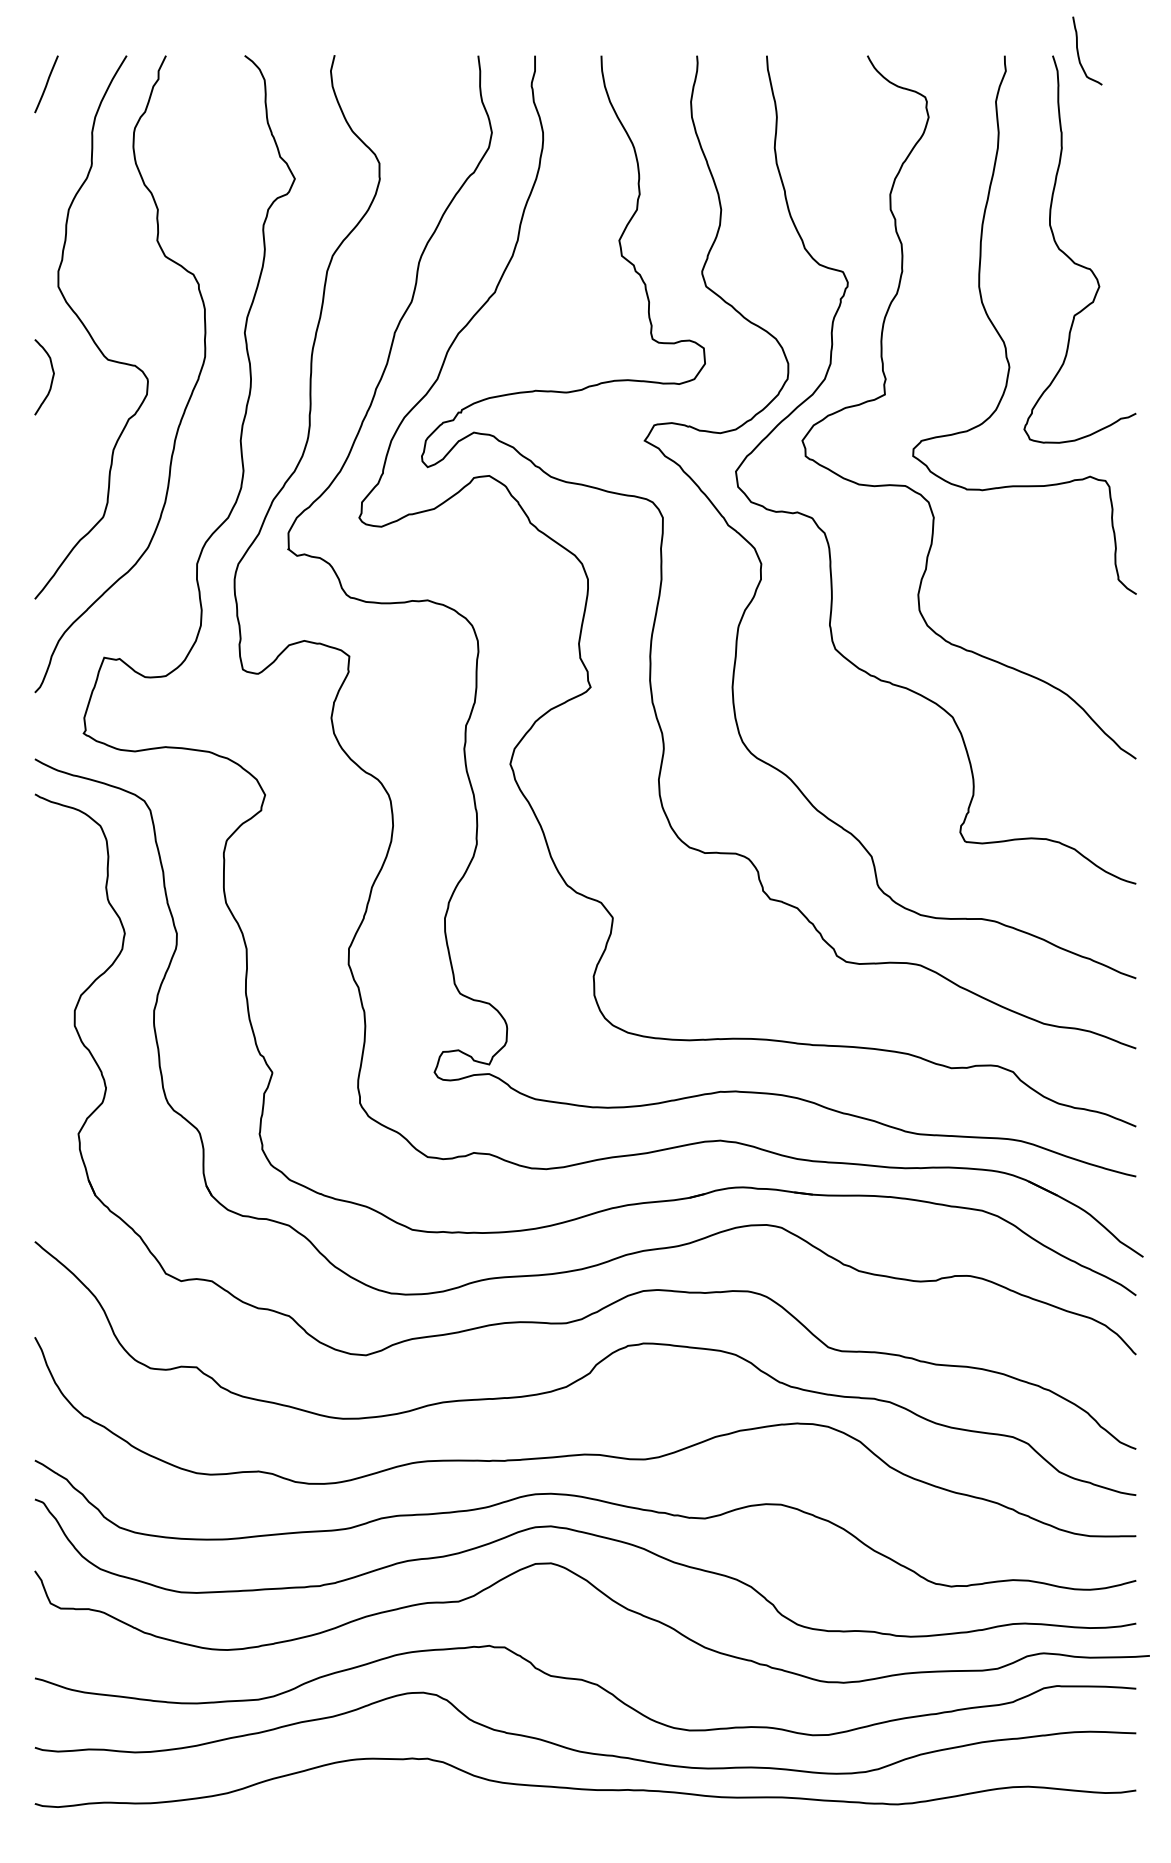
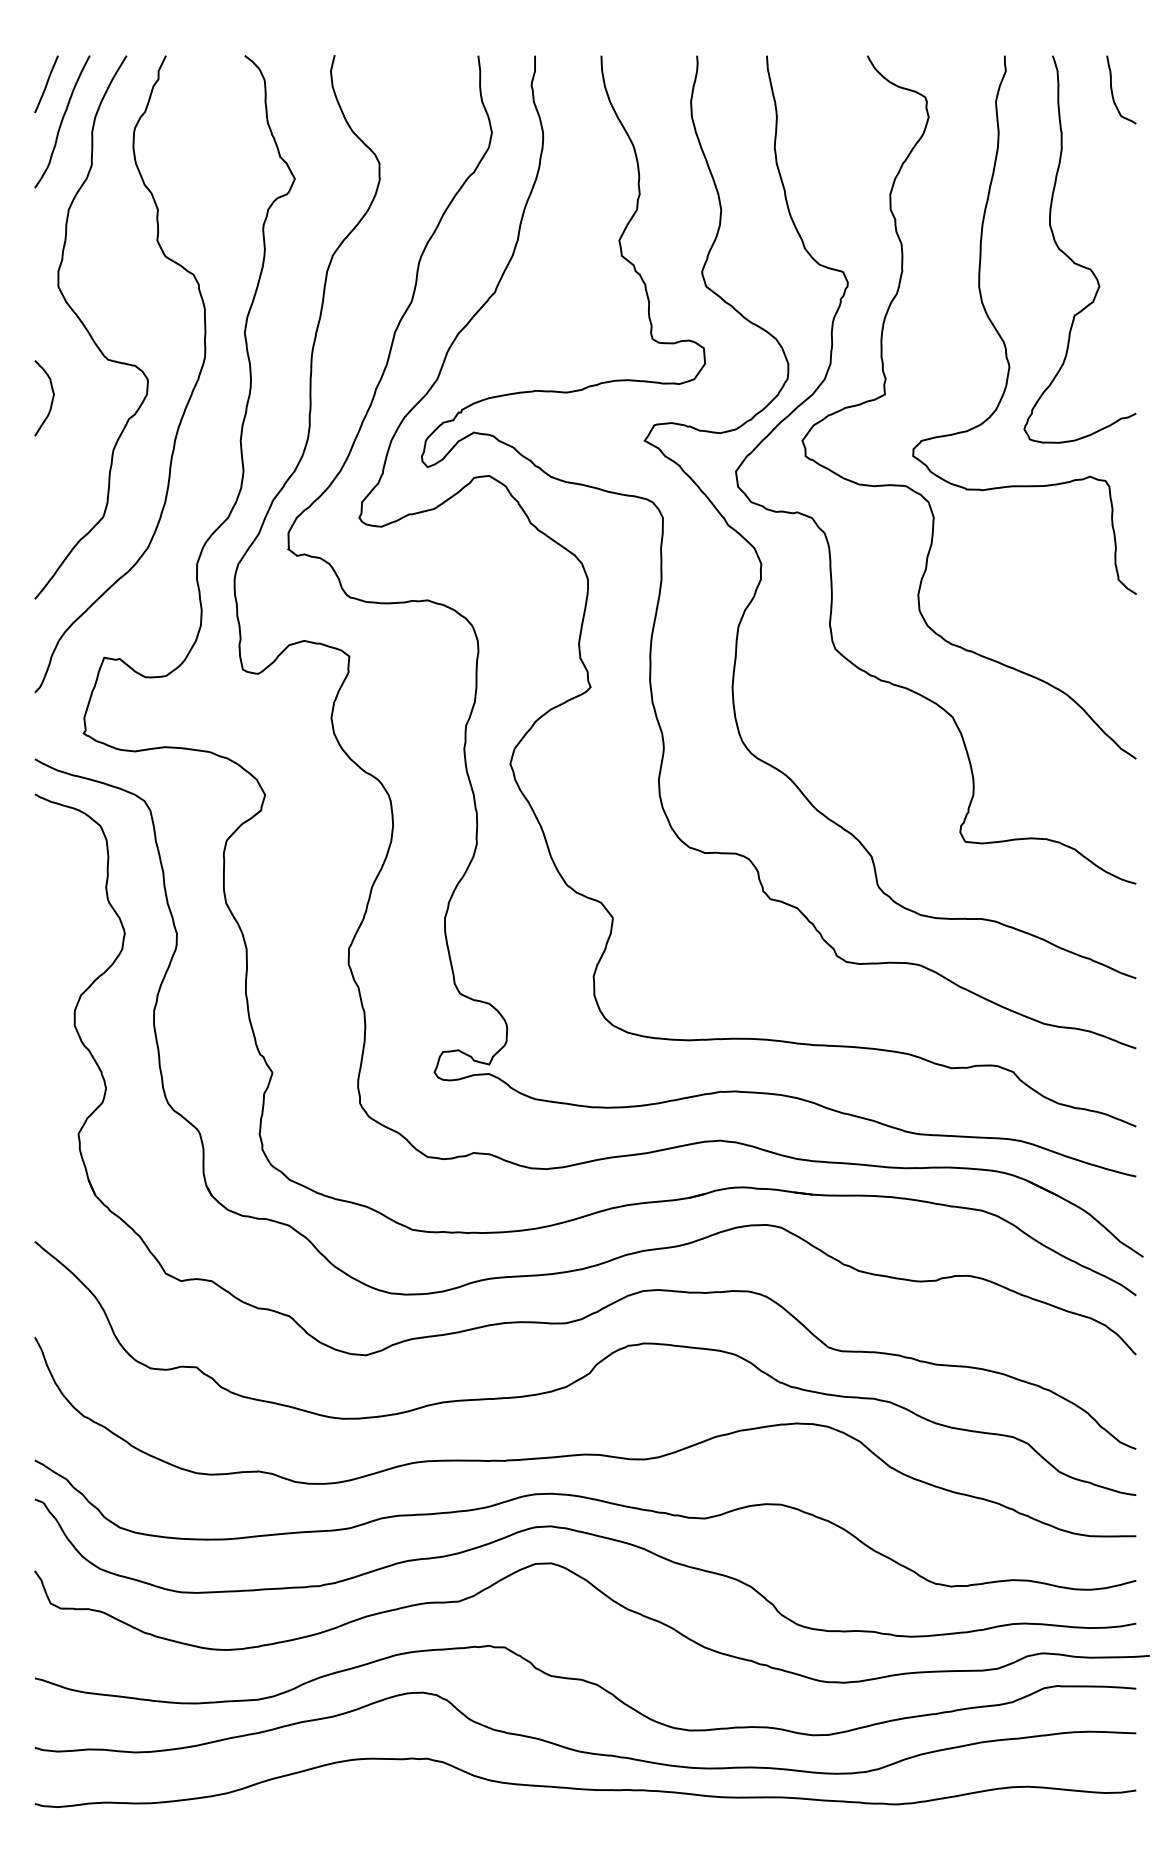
curve at (1079, 54) position: (1079, 54) -> (1113, 93)
curve at (62, 121): none -> present
curve at (51, 378) position: (51, 378) -> (51, 399)
